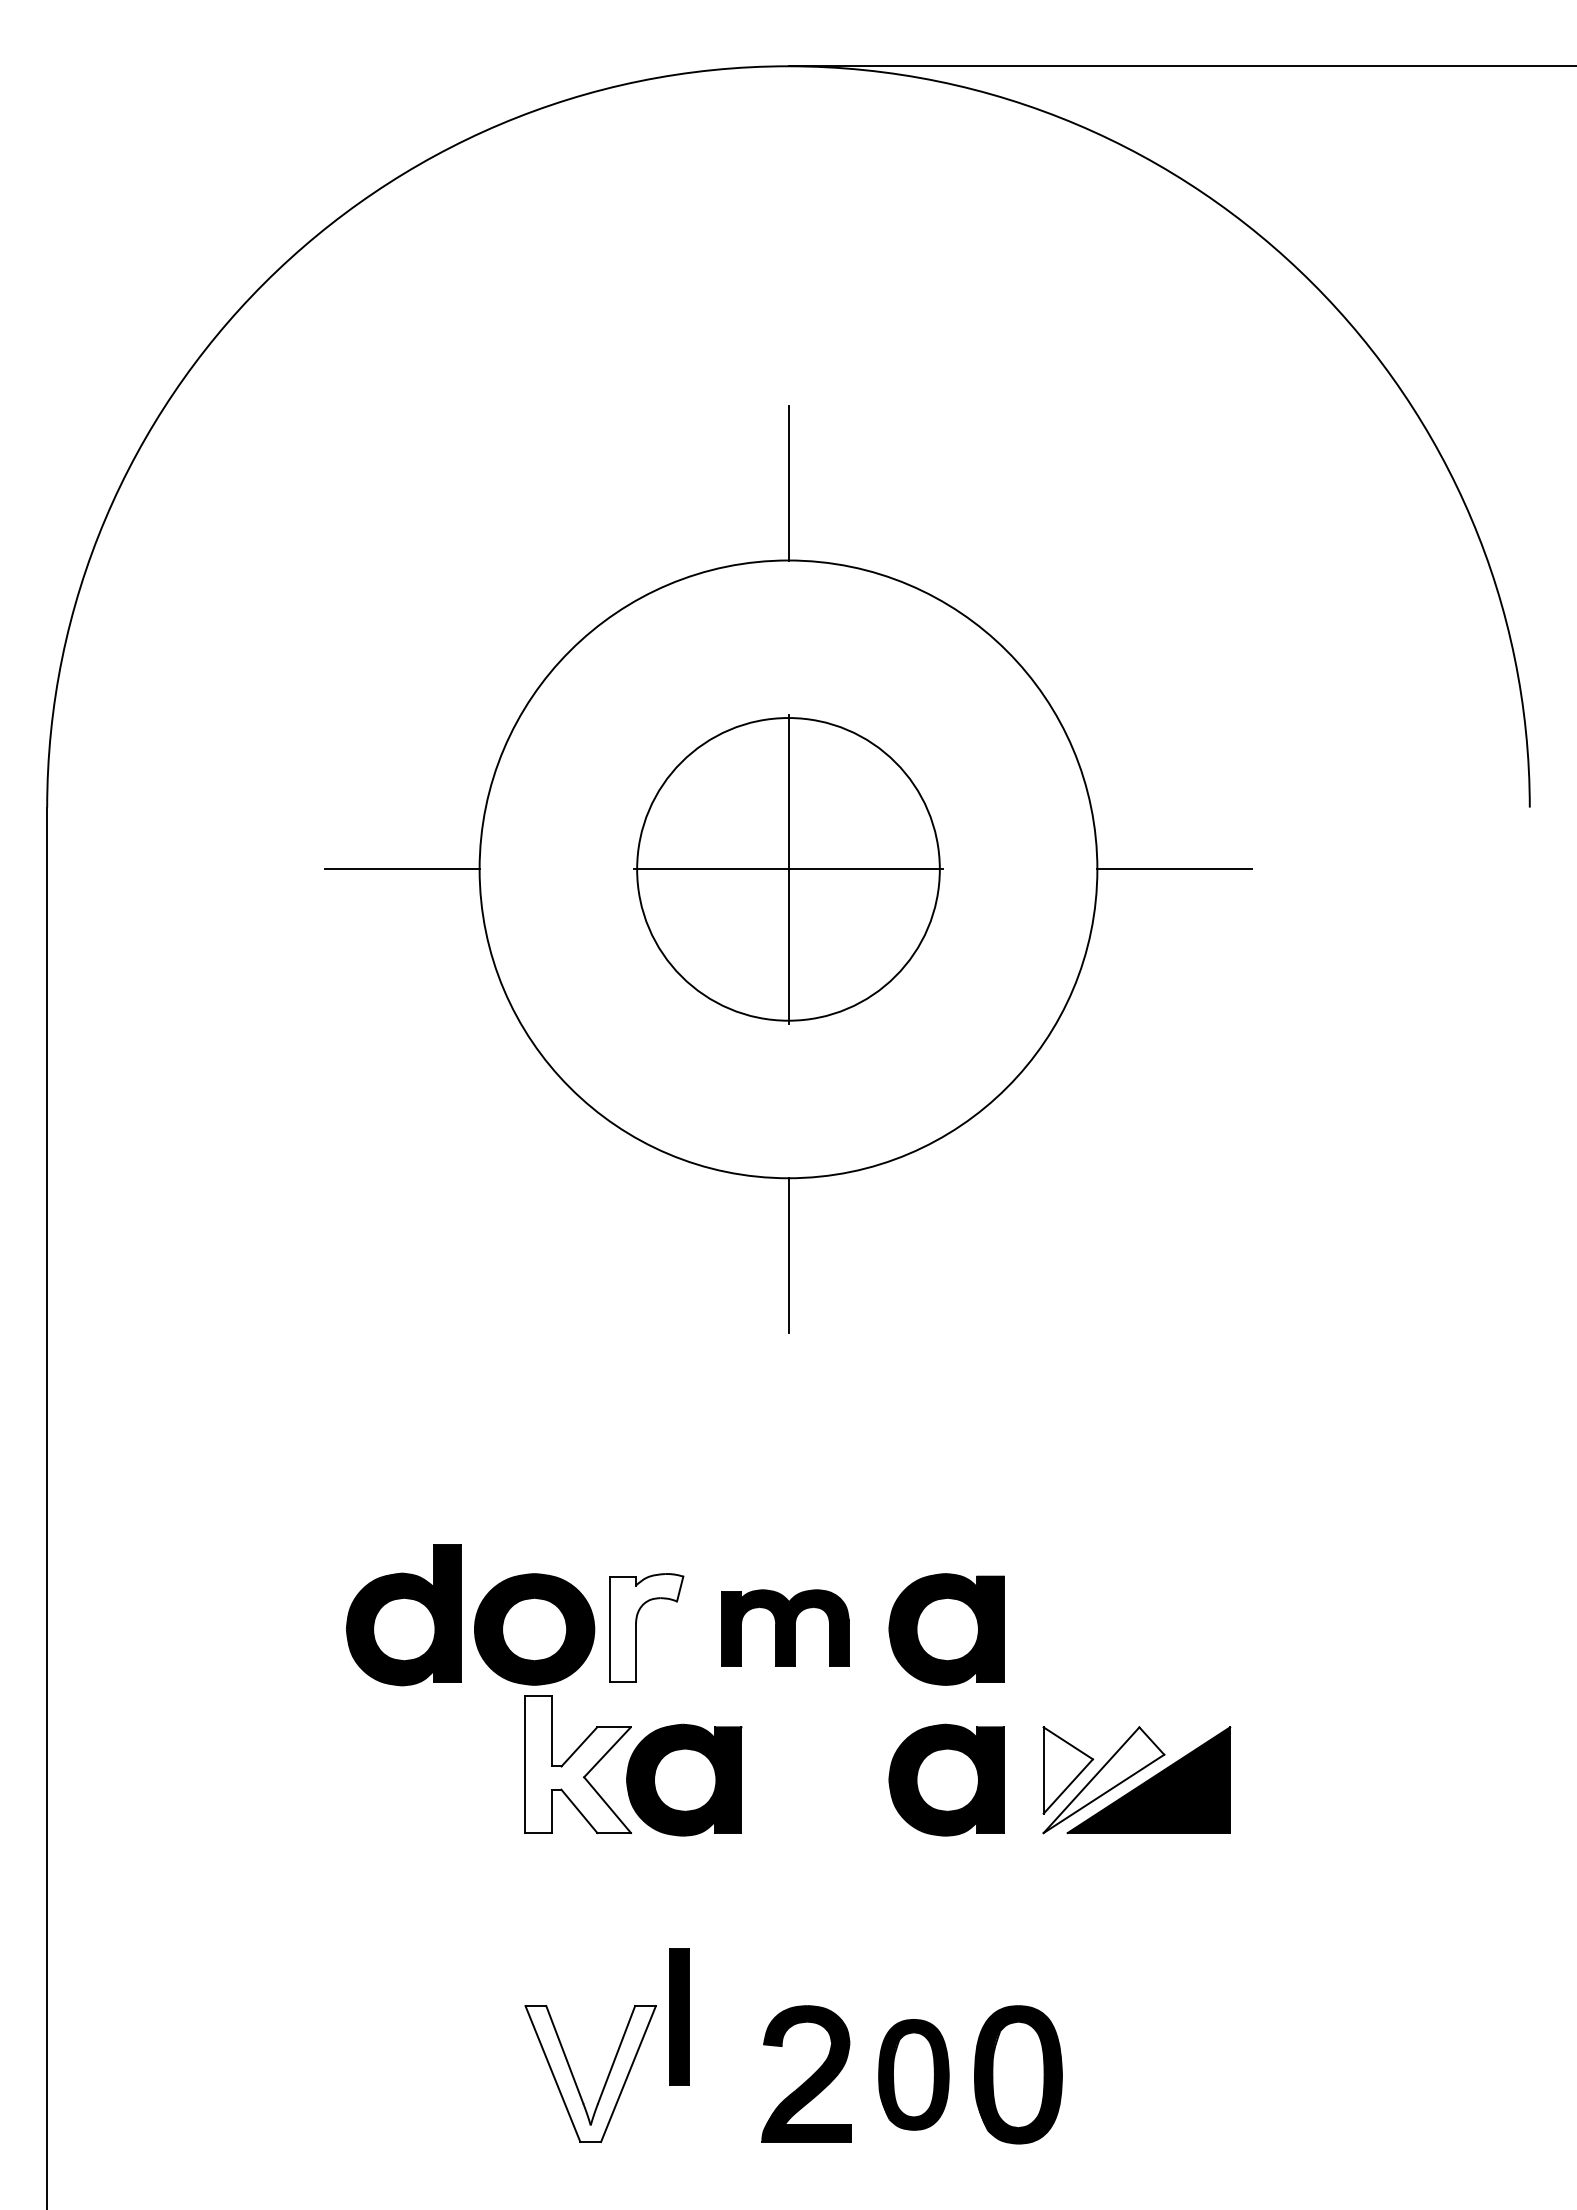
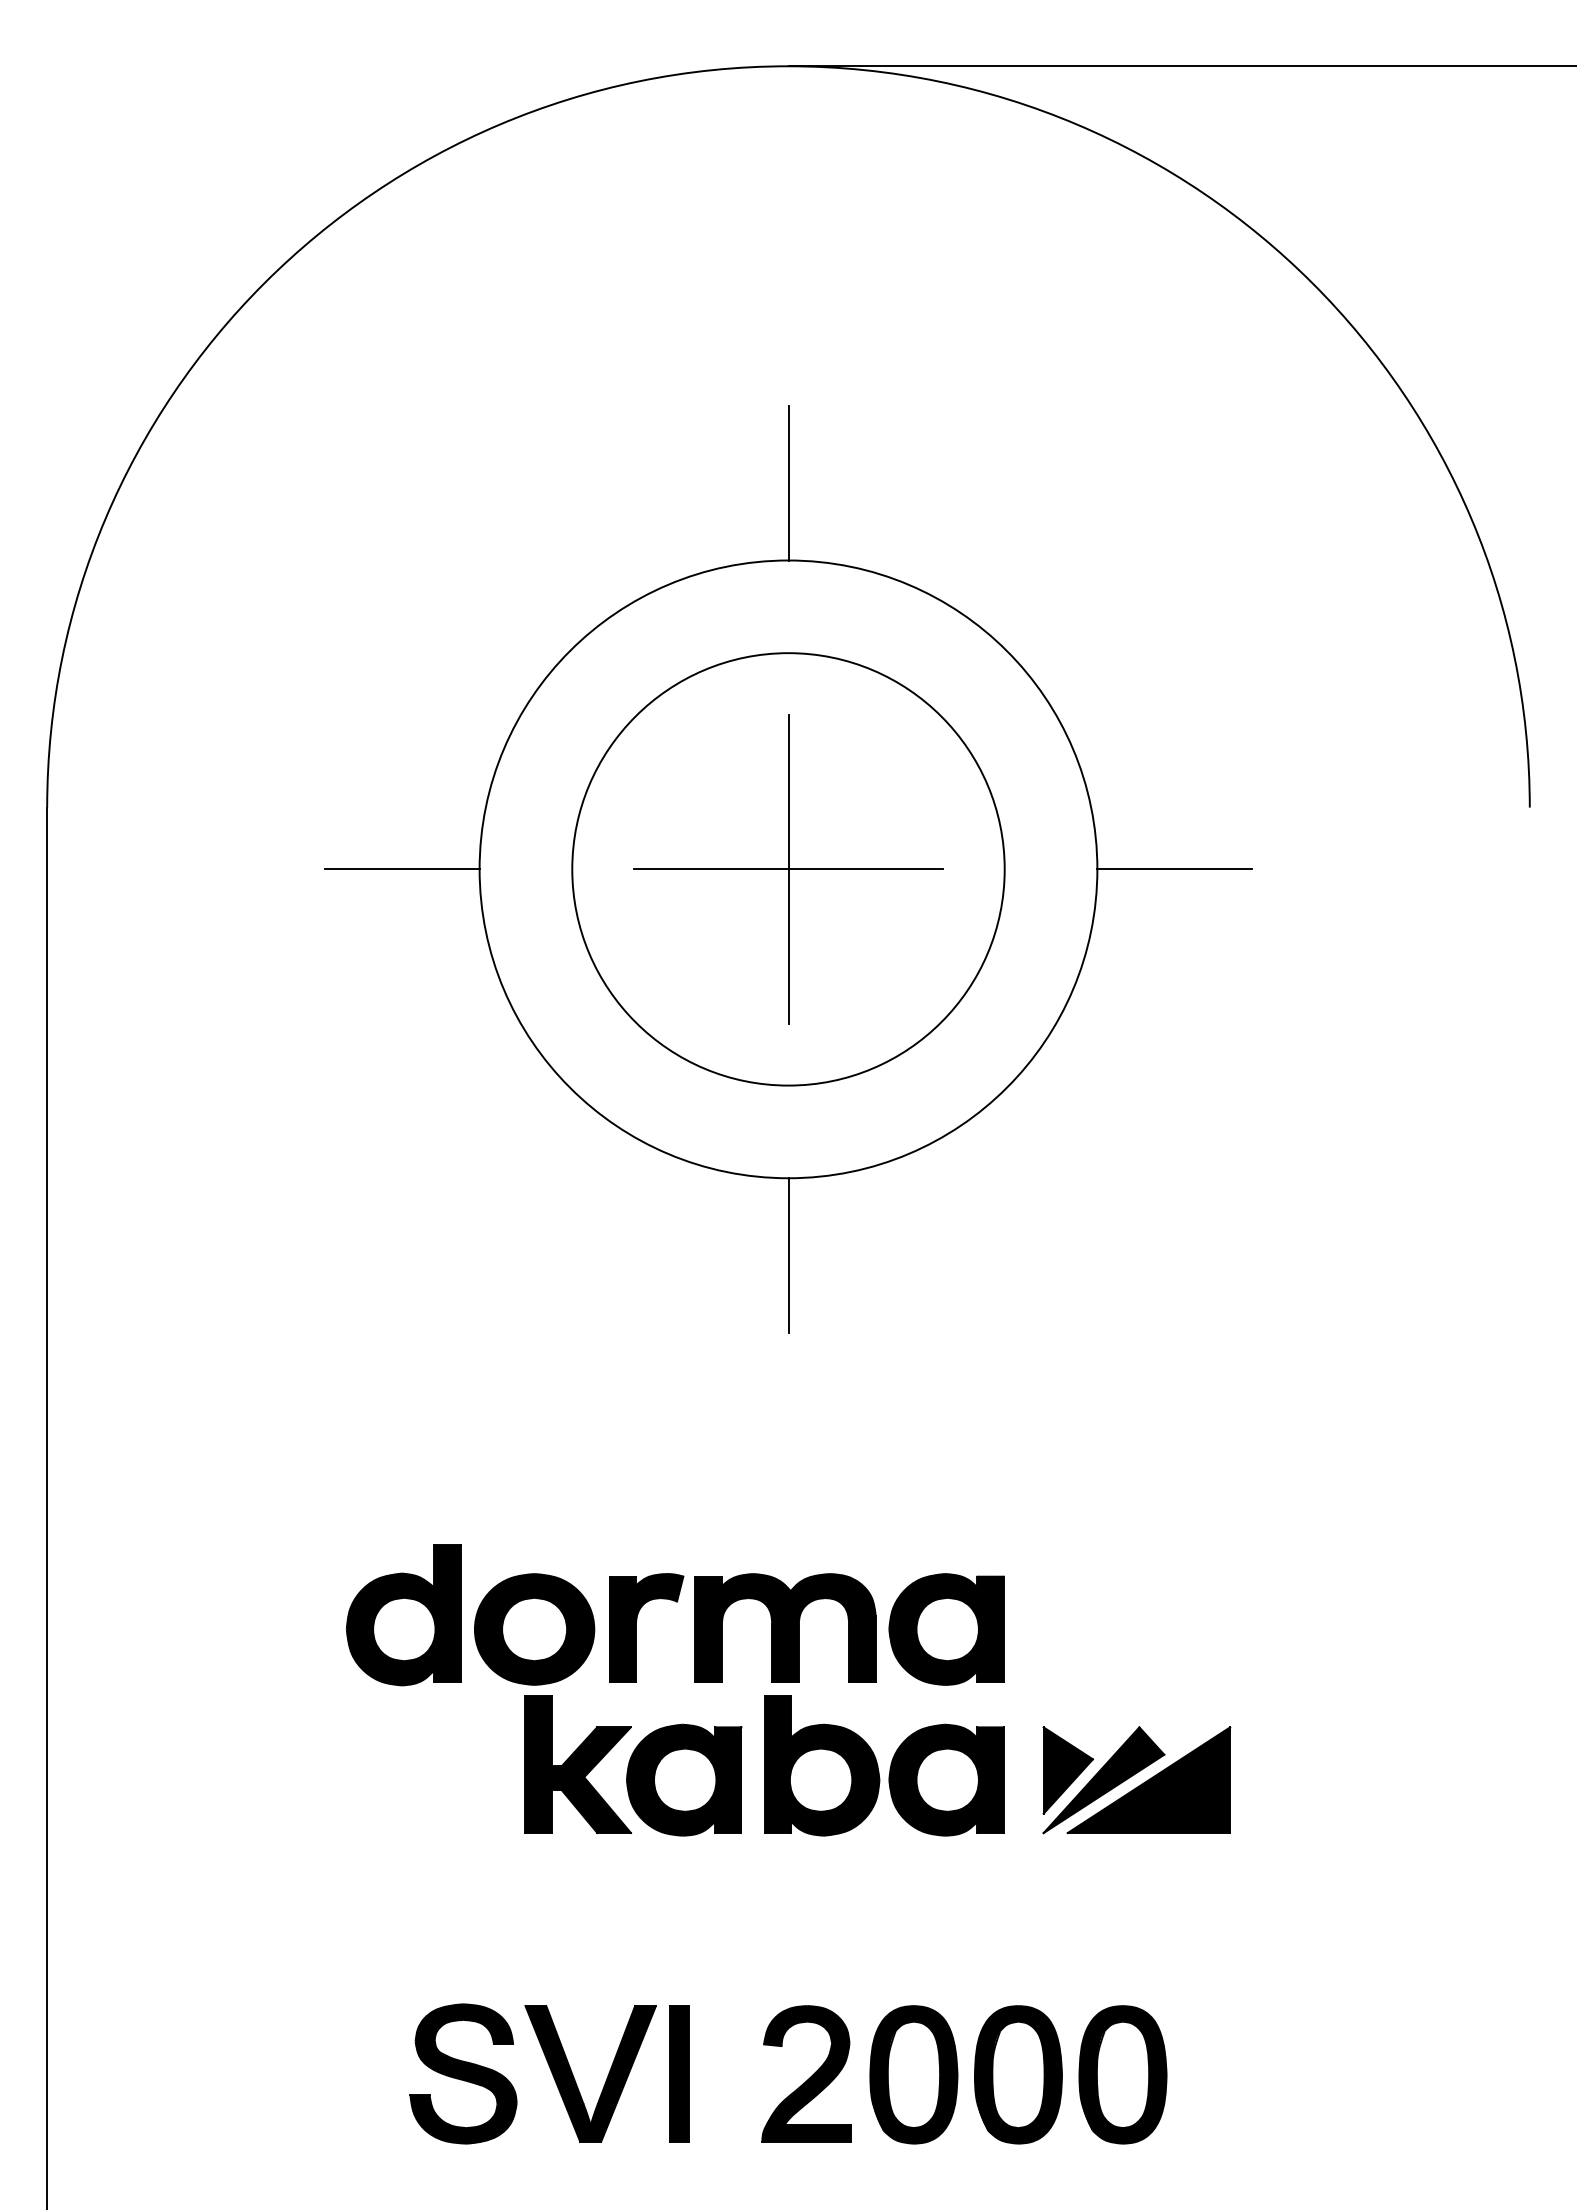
circle at (788, 869) diameter: 303 px -> 432 px
fill at (646, 1627): none -> present
part at (785, 1627) size: 129x78 px -> 183x110 px
fill at (578, 1764): none -> present
part at (822, 1765): none -> present
fill at (1067, 1770): none -> present
fill at (1103, 1780): none -> present
part at (679, 2016) position: (679, 2016) -> (679, 2073)
part at (463, 2073): none -> present
fill at (590, 2073): none -> present
part at (913, 2074) size: 72x112 px -> 90x140 px
part at (1122, 2074): none -> present
